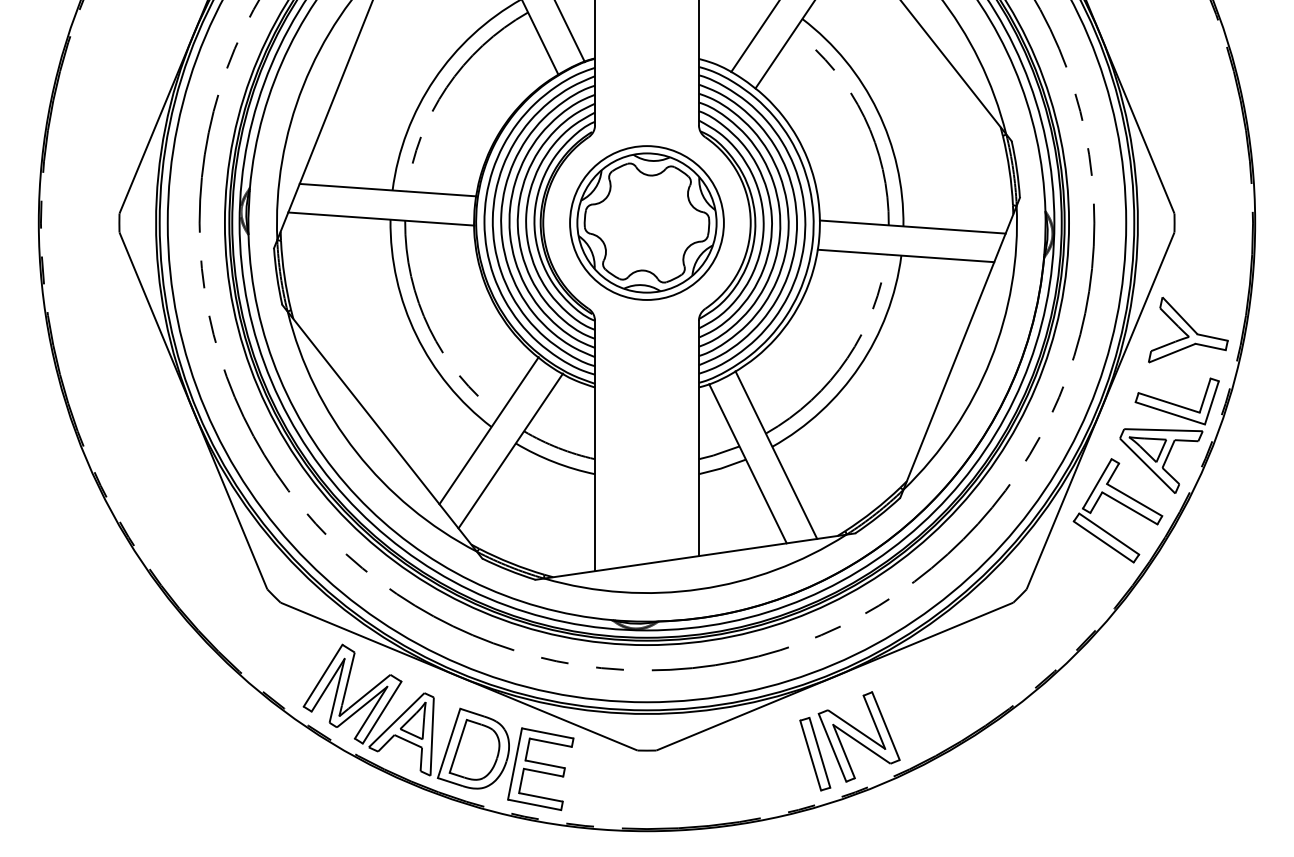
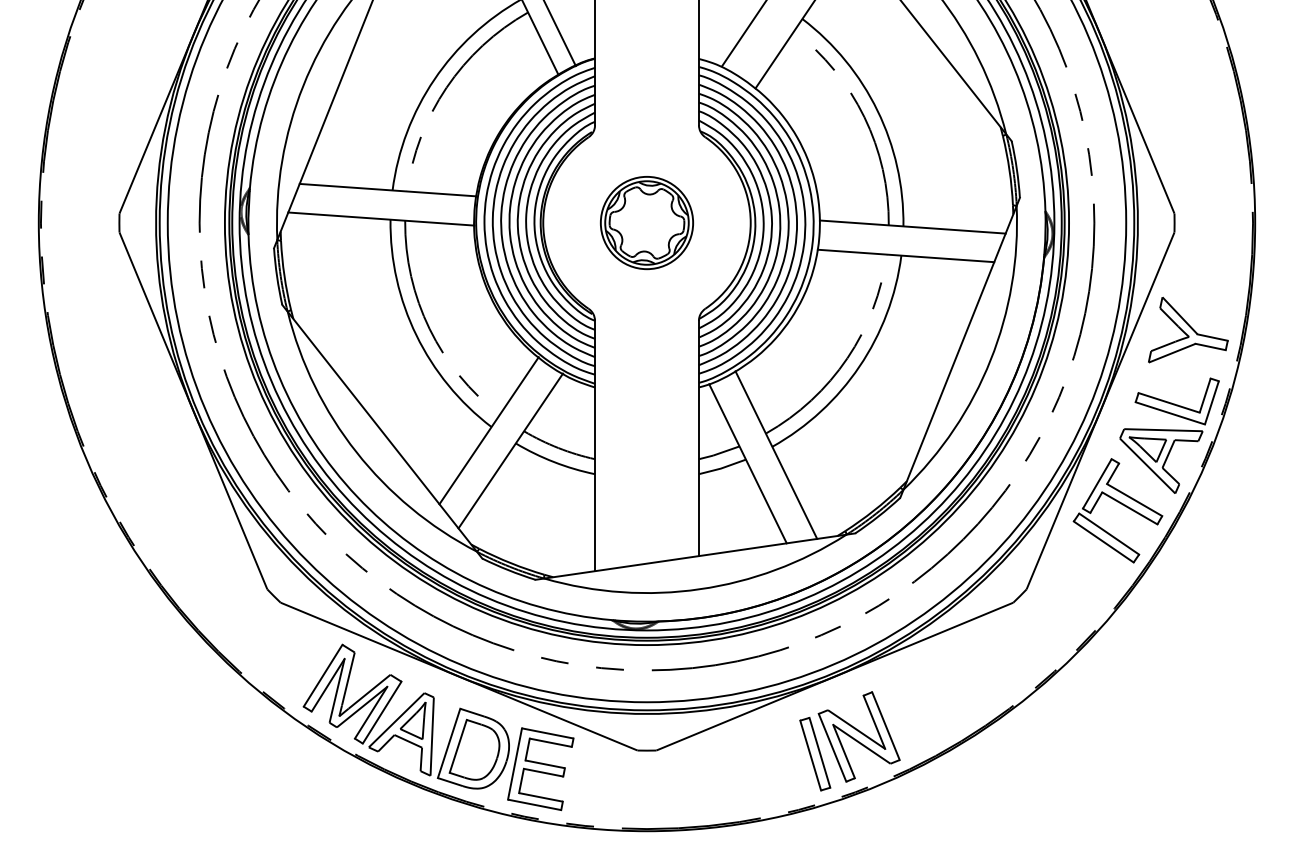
line at (569, 32) position: (569, 32) -> (559, 34)
line at (754, 37) position: (754, 37) -> (743, 34)
part at (646, 222) size: 156x156 px -> 94x95 px
